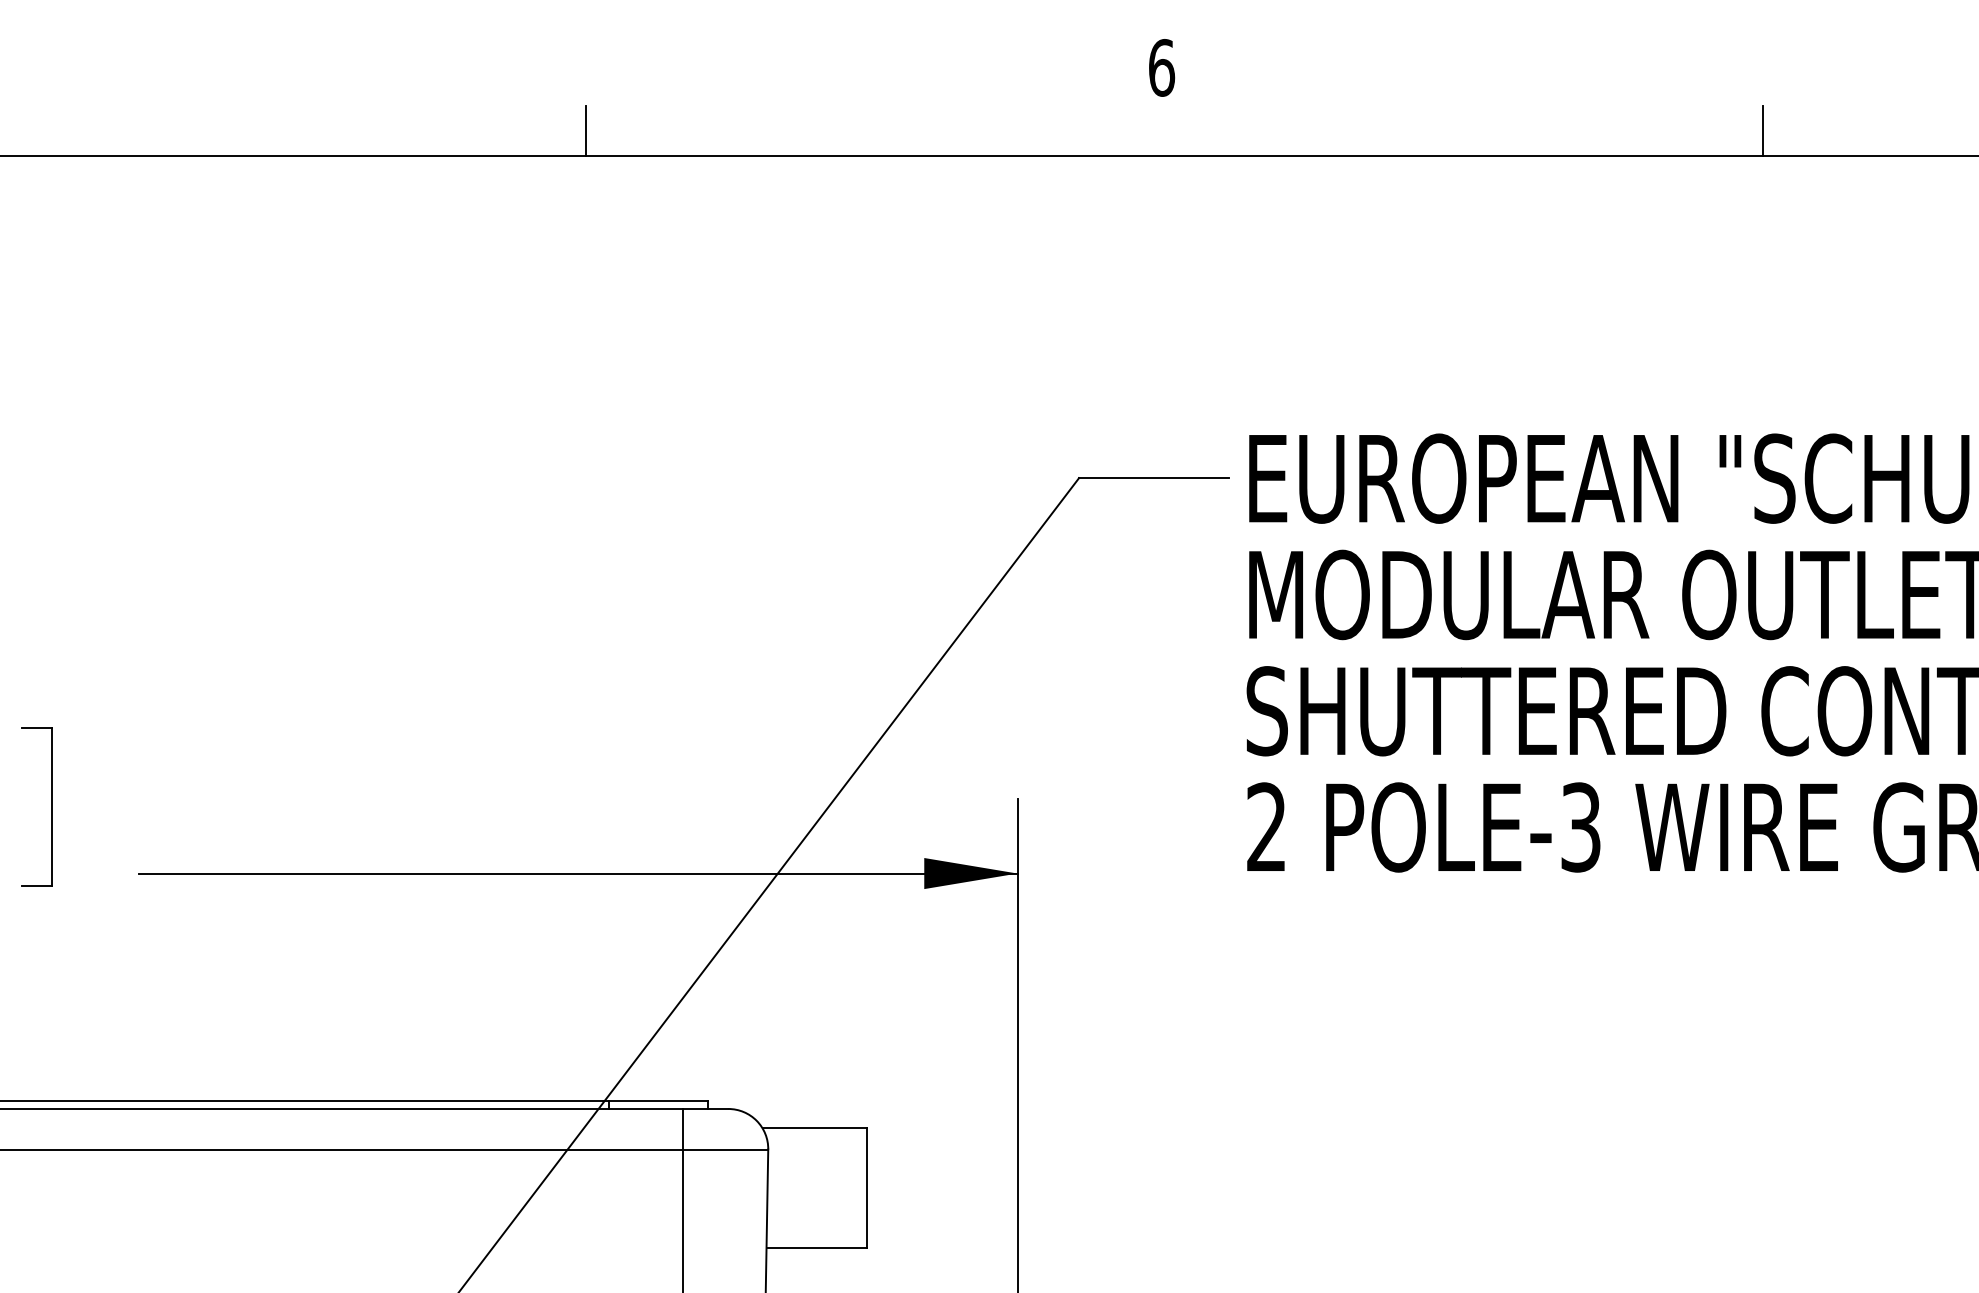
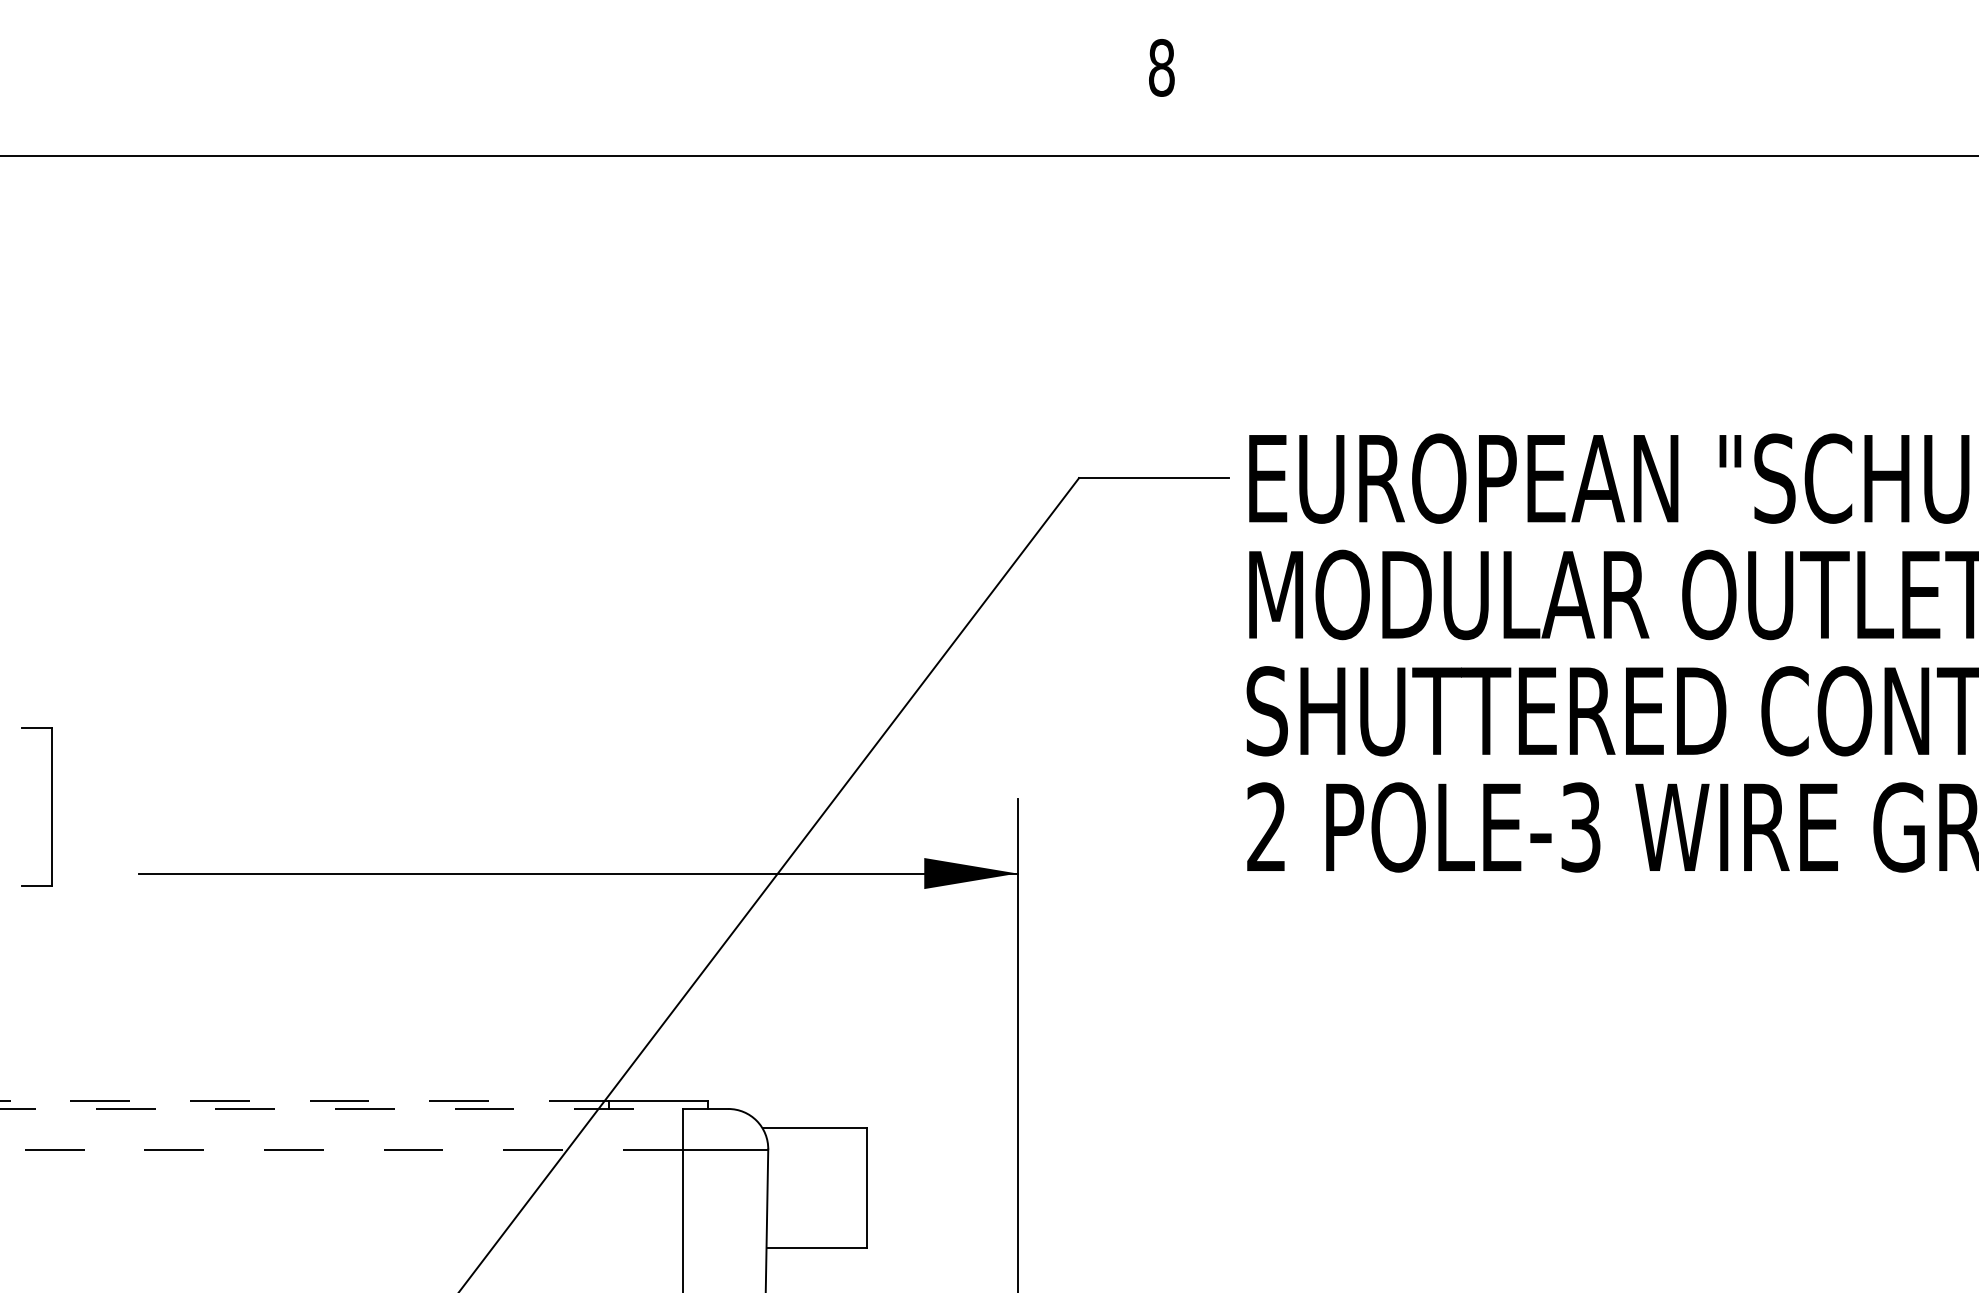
text at (1162, 67): 6 -> 8
line at (586, 130): present -> none
line at (1763, 130): present -> none
line at (303, 1101): solid -> dashed
line at (341, 1108): solid -> dashed
line at (340, 1149): solid -> dashed
